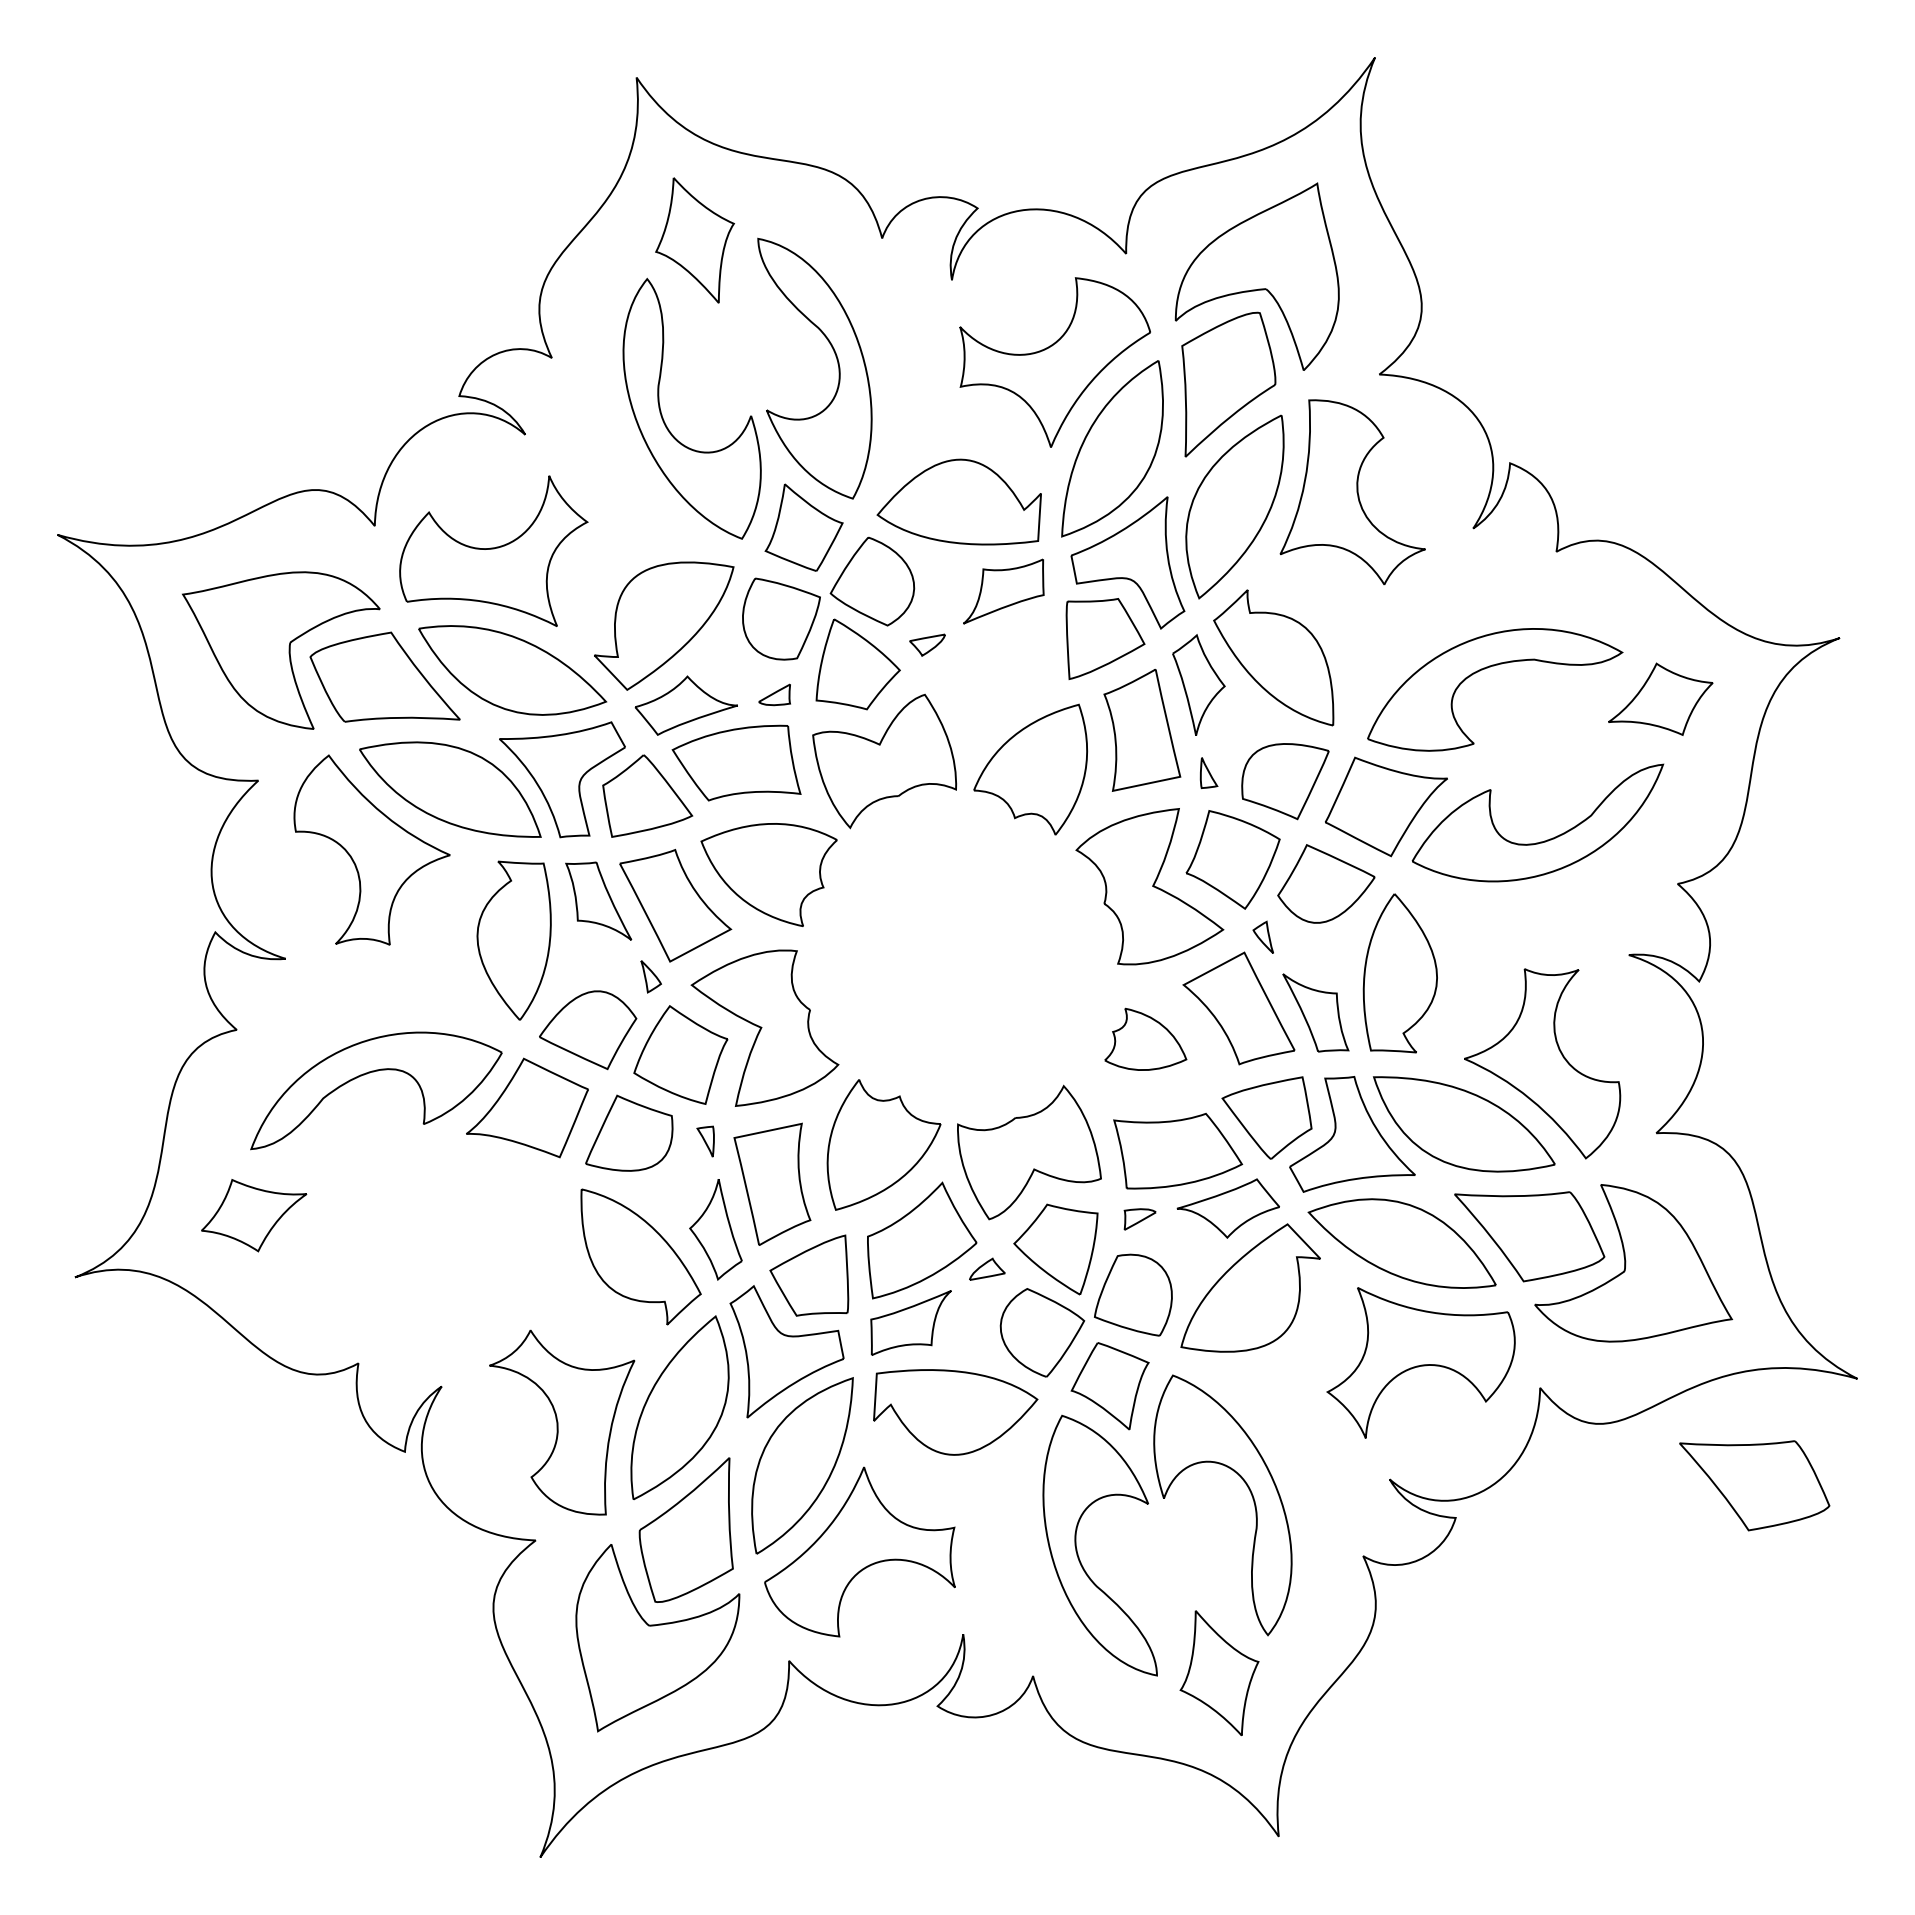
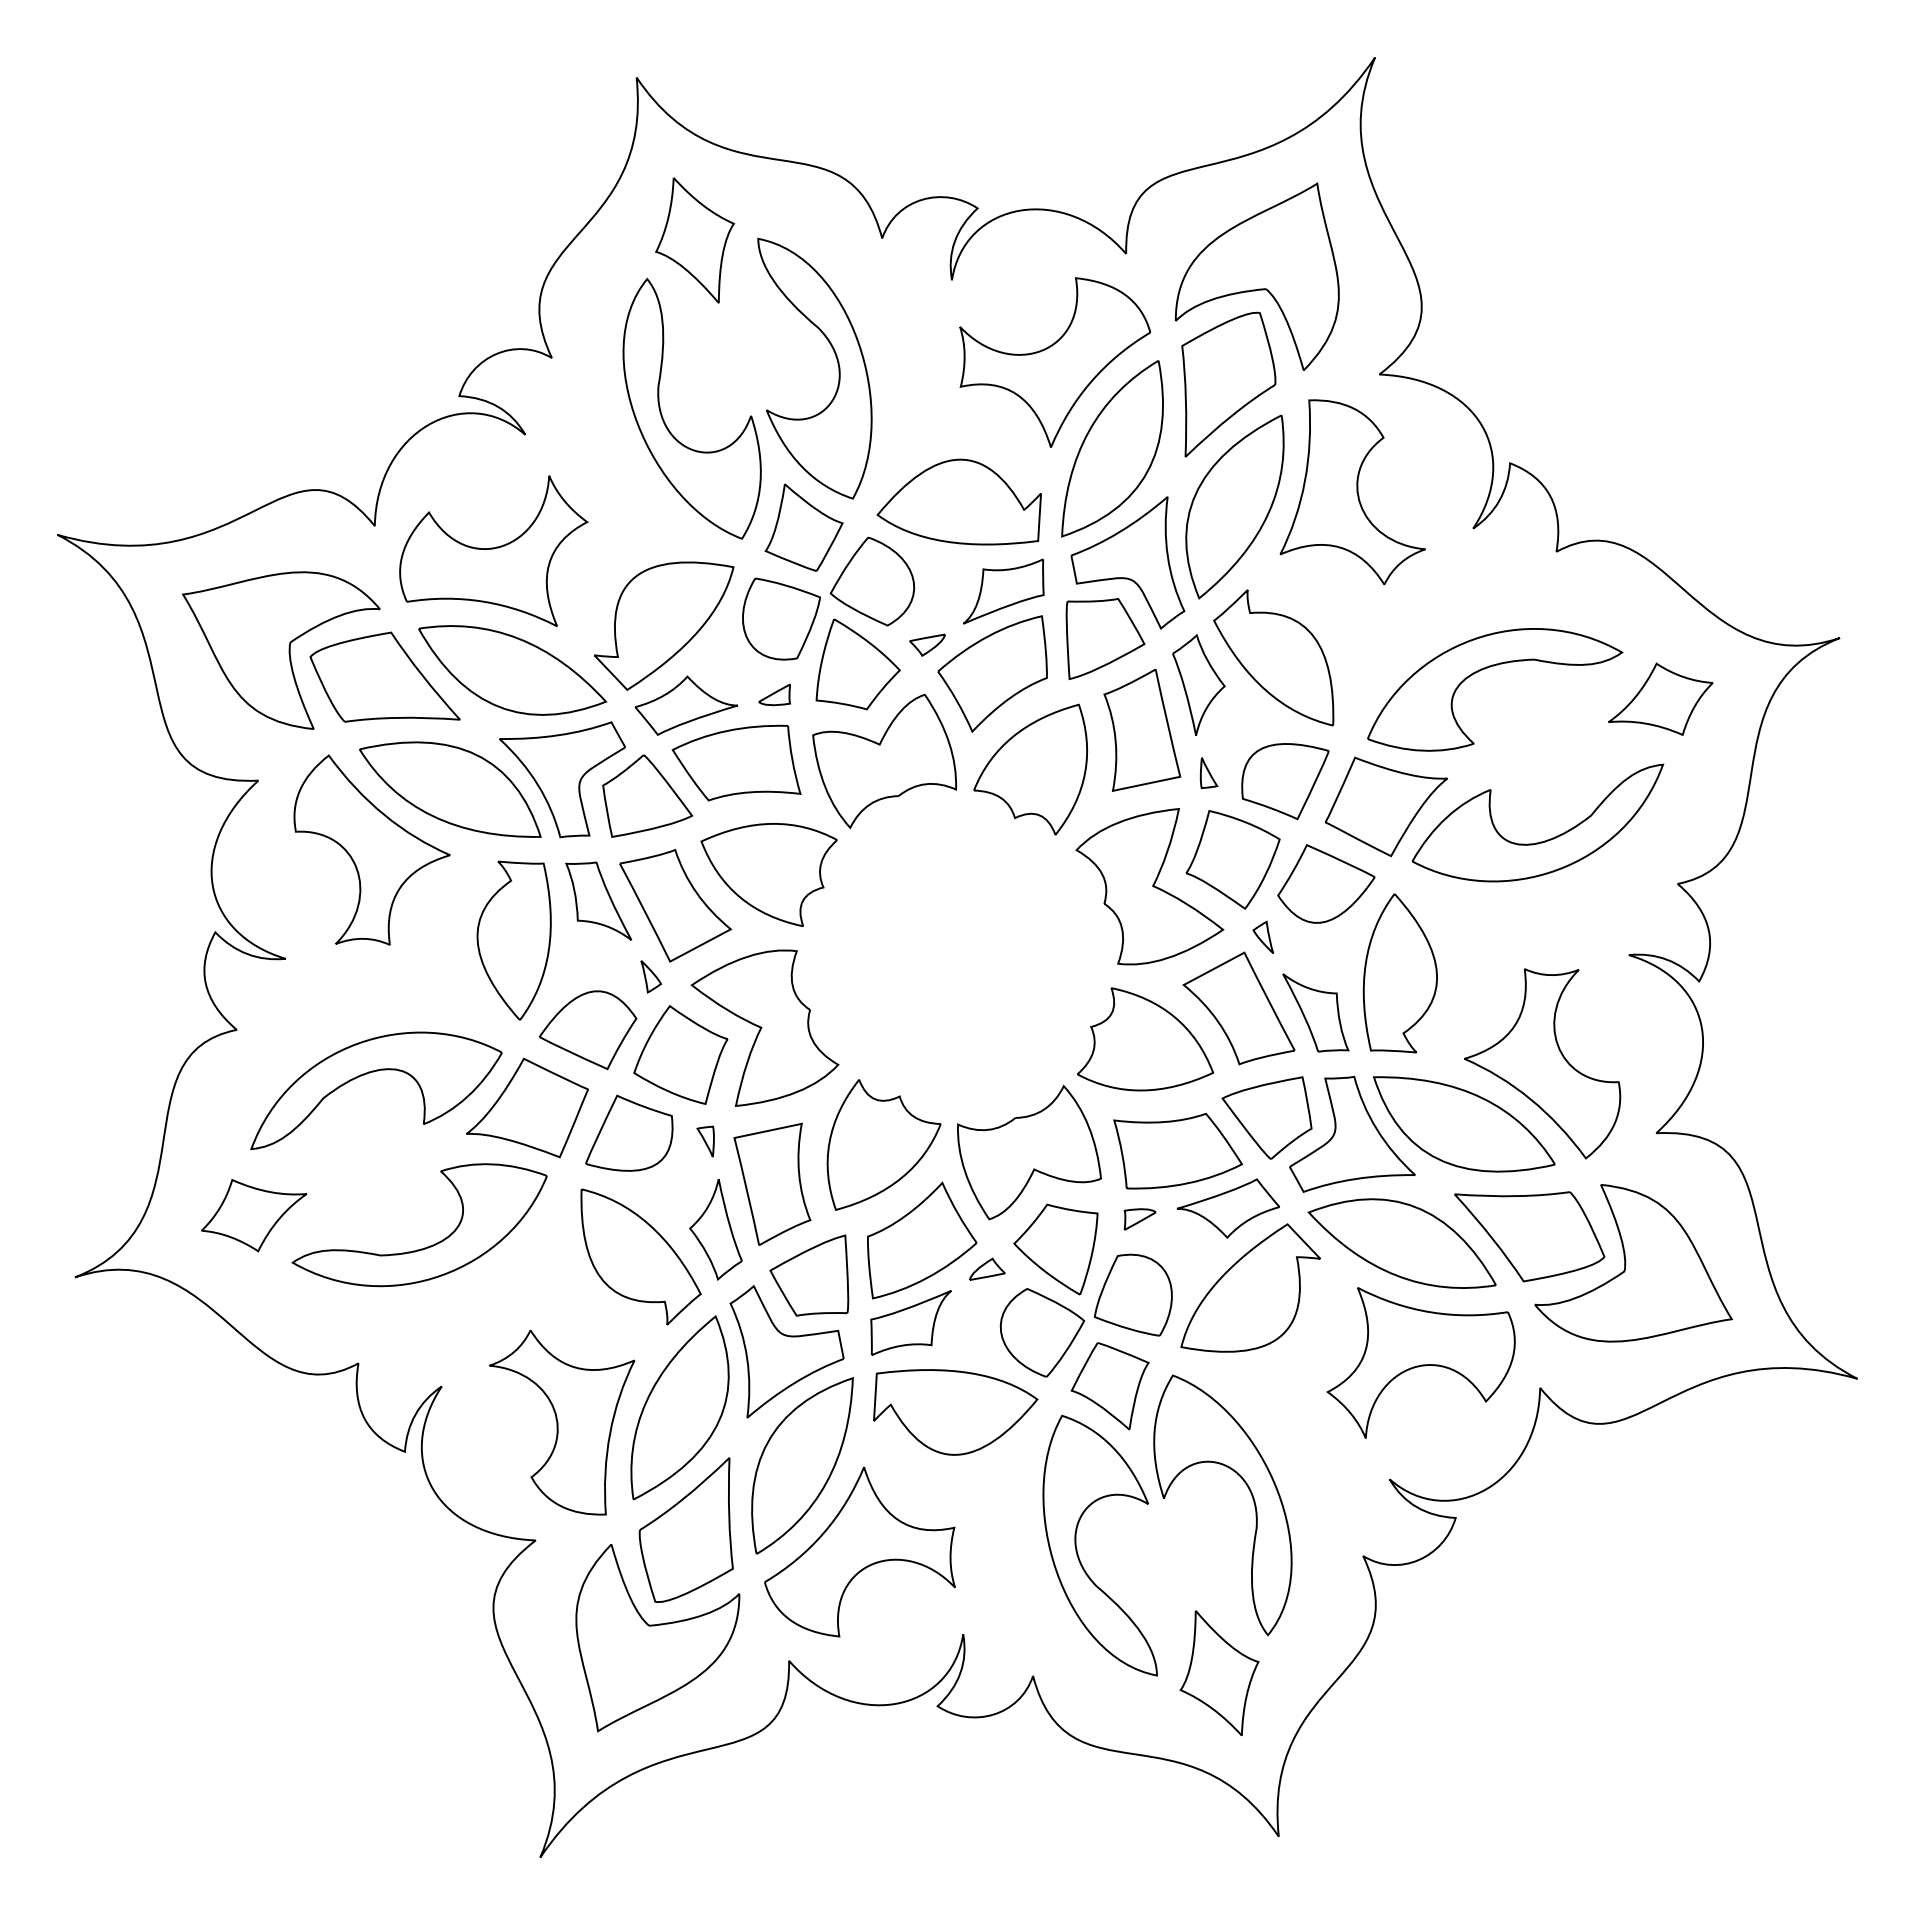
part at (992, 673): none -> present
part at (1145, 1038) size: 84x64 px -> 138x105 px
part at (427, 1246): none -> present
part at (1754, 1485): present -> none
